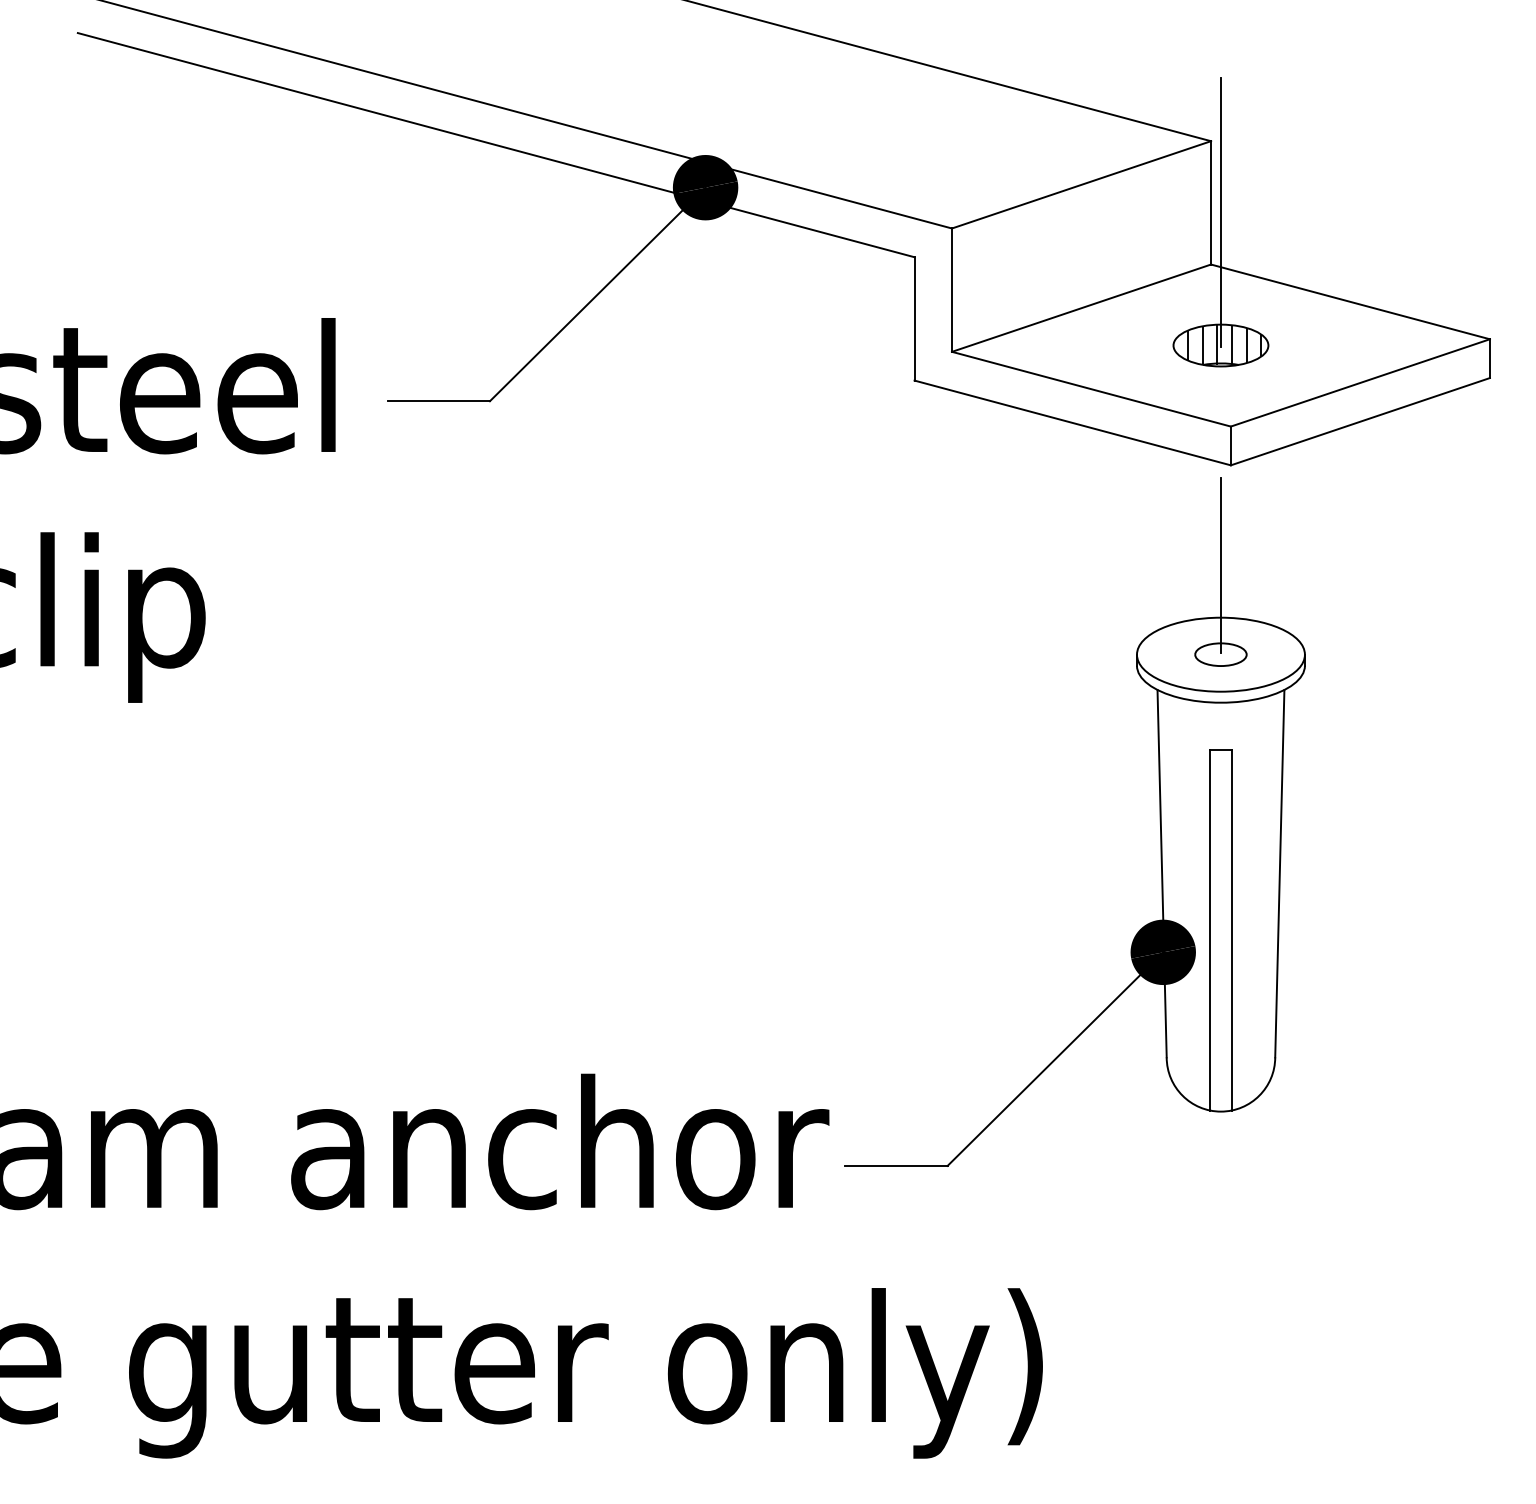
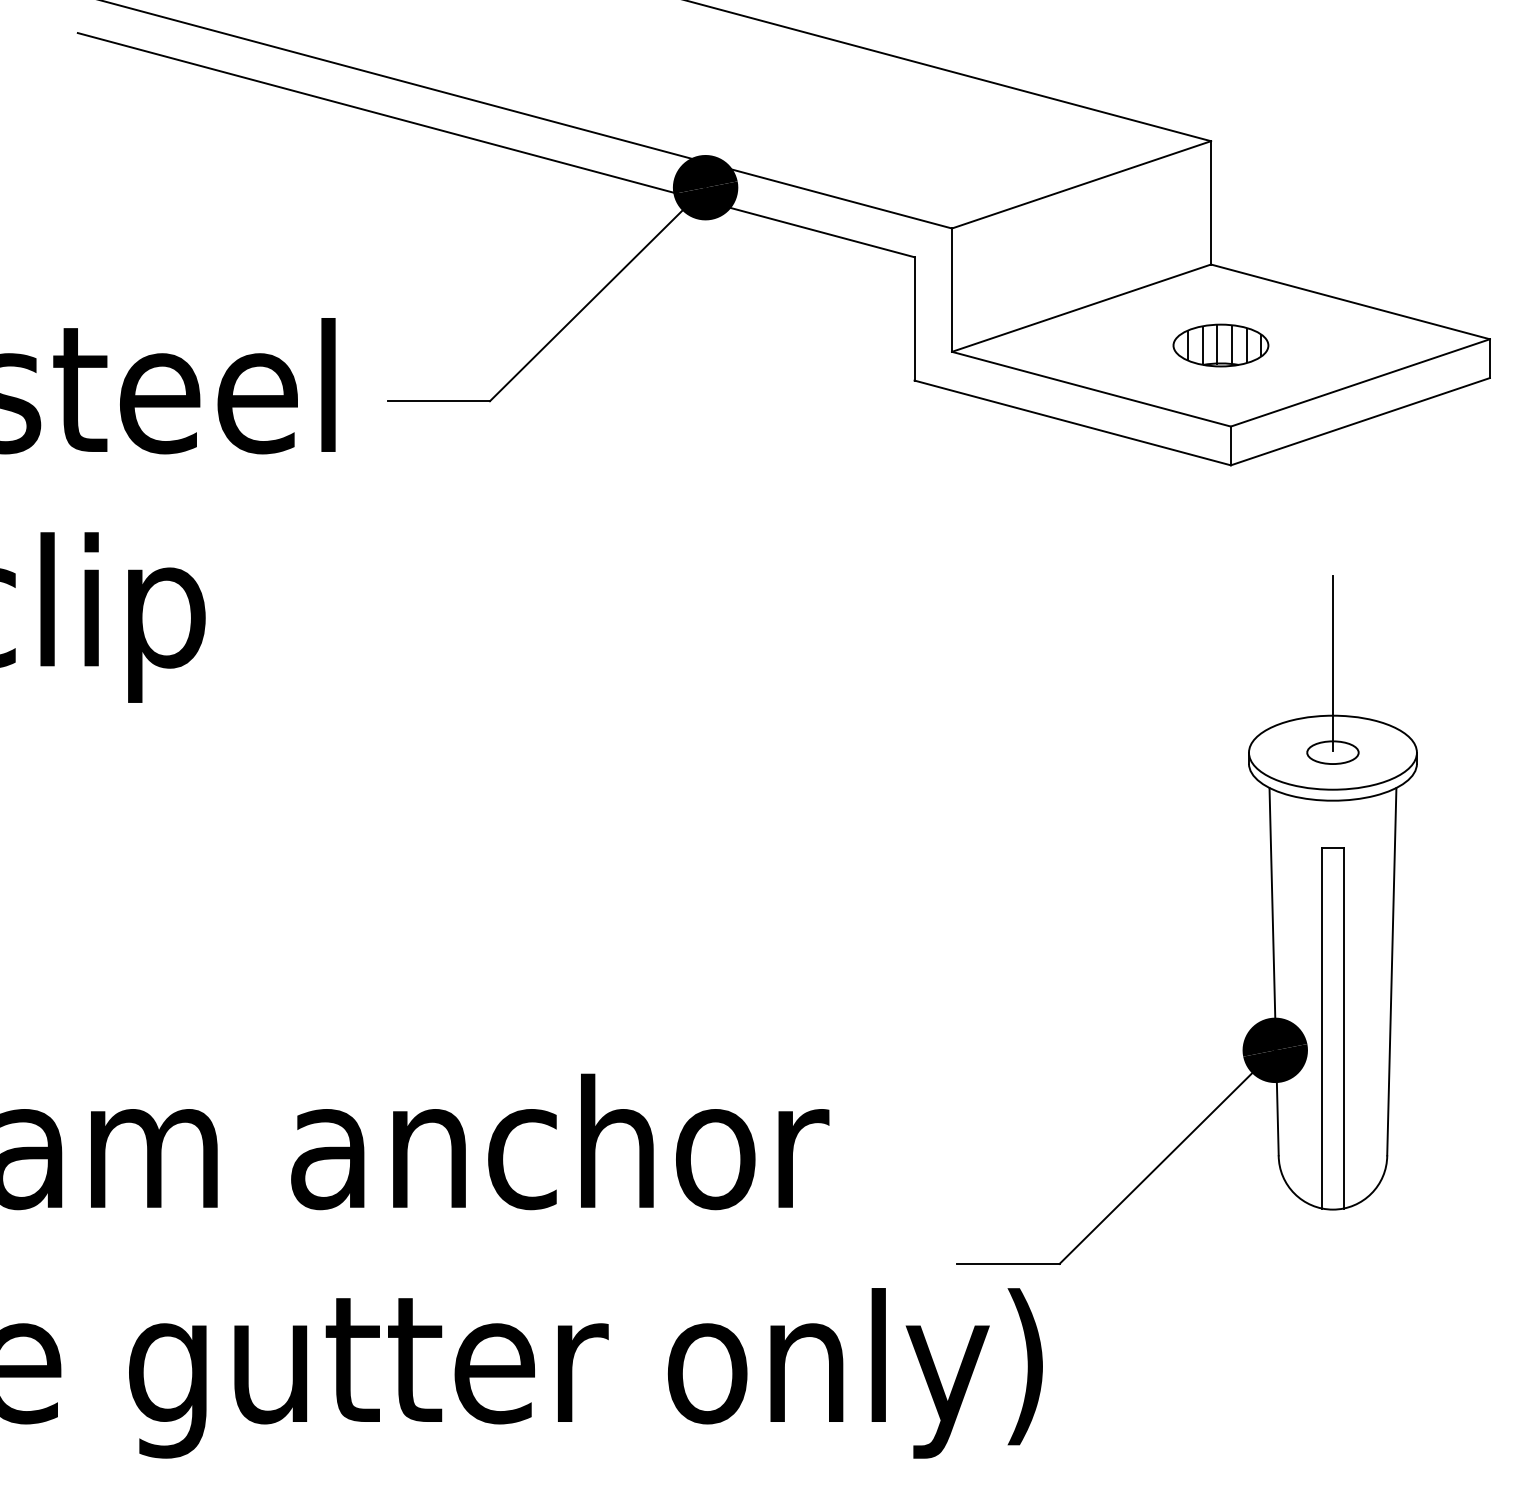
line at (1220, 212): present -> none
part at (1159, 821) position: (1159, 821) -> (1271, 919)
